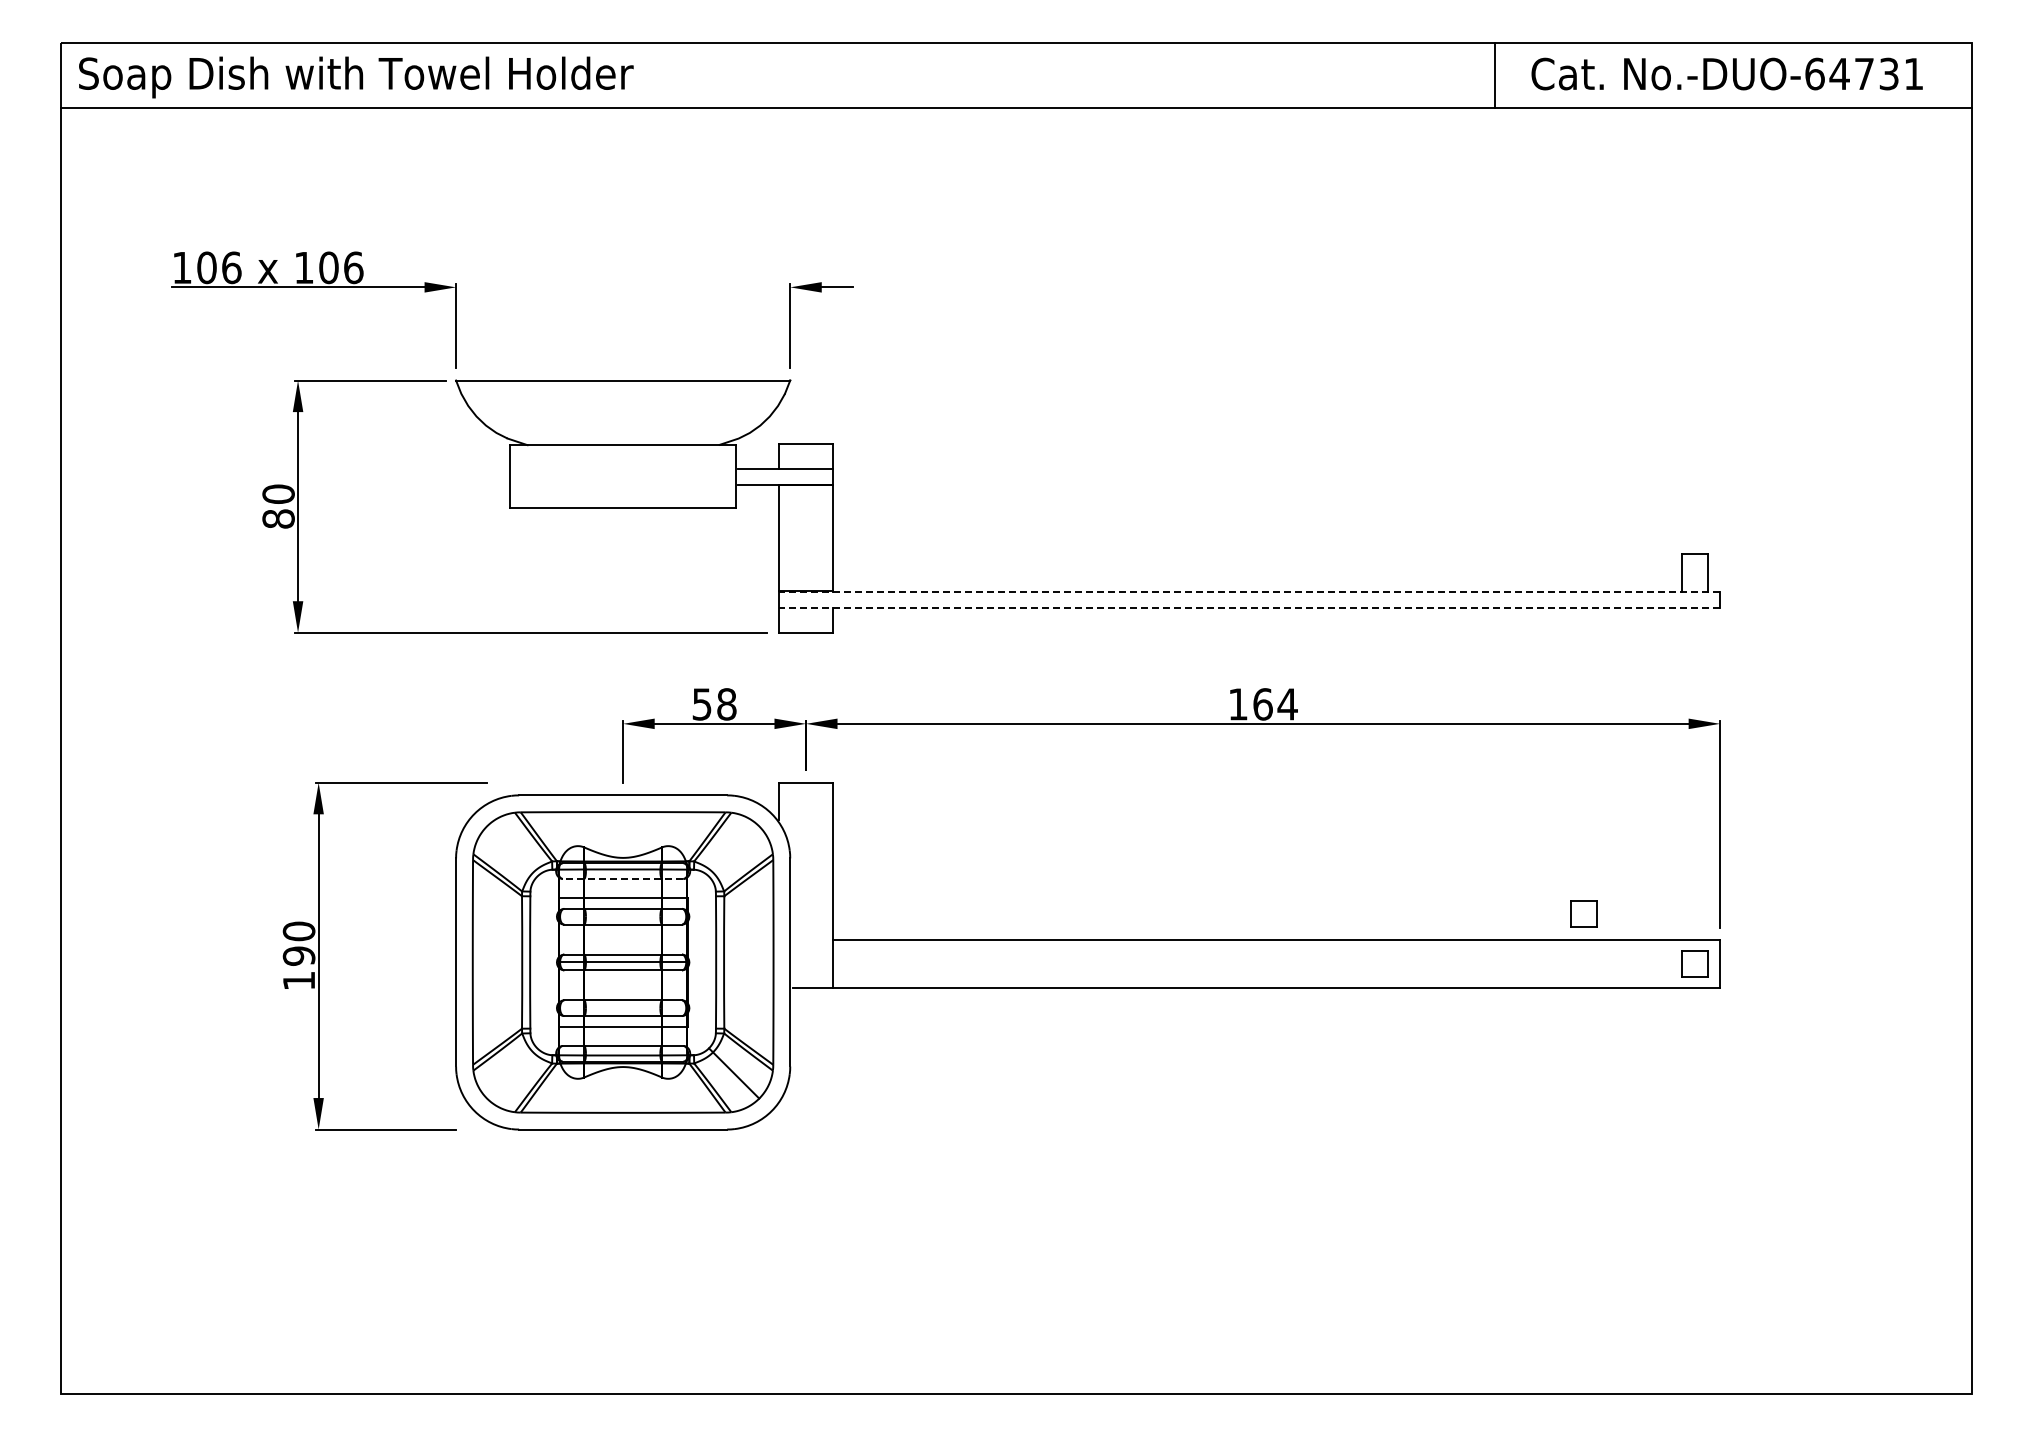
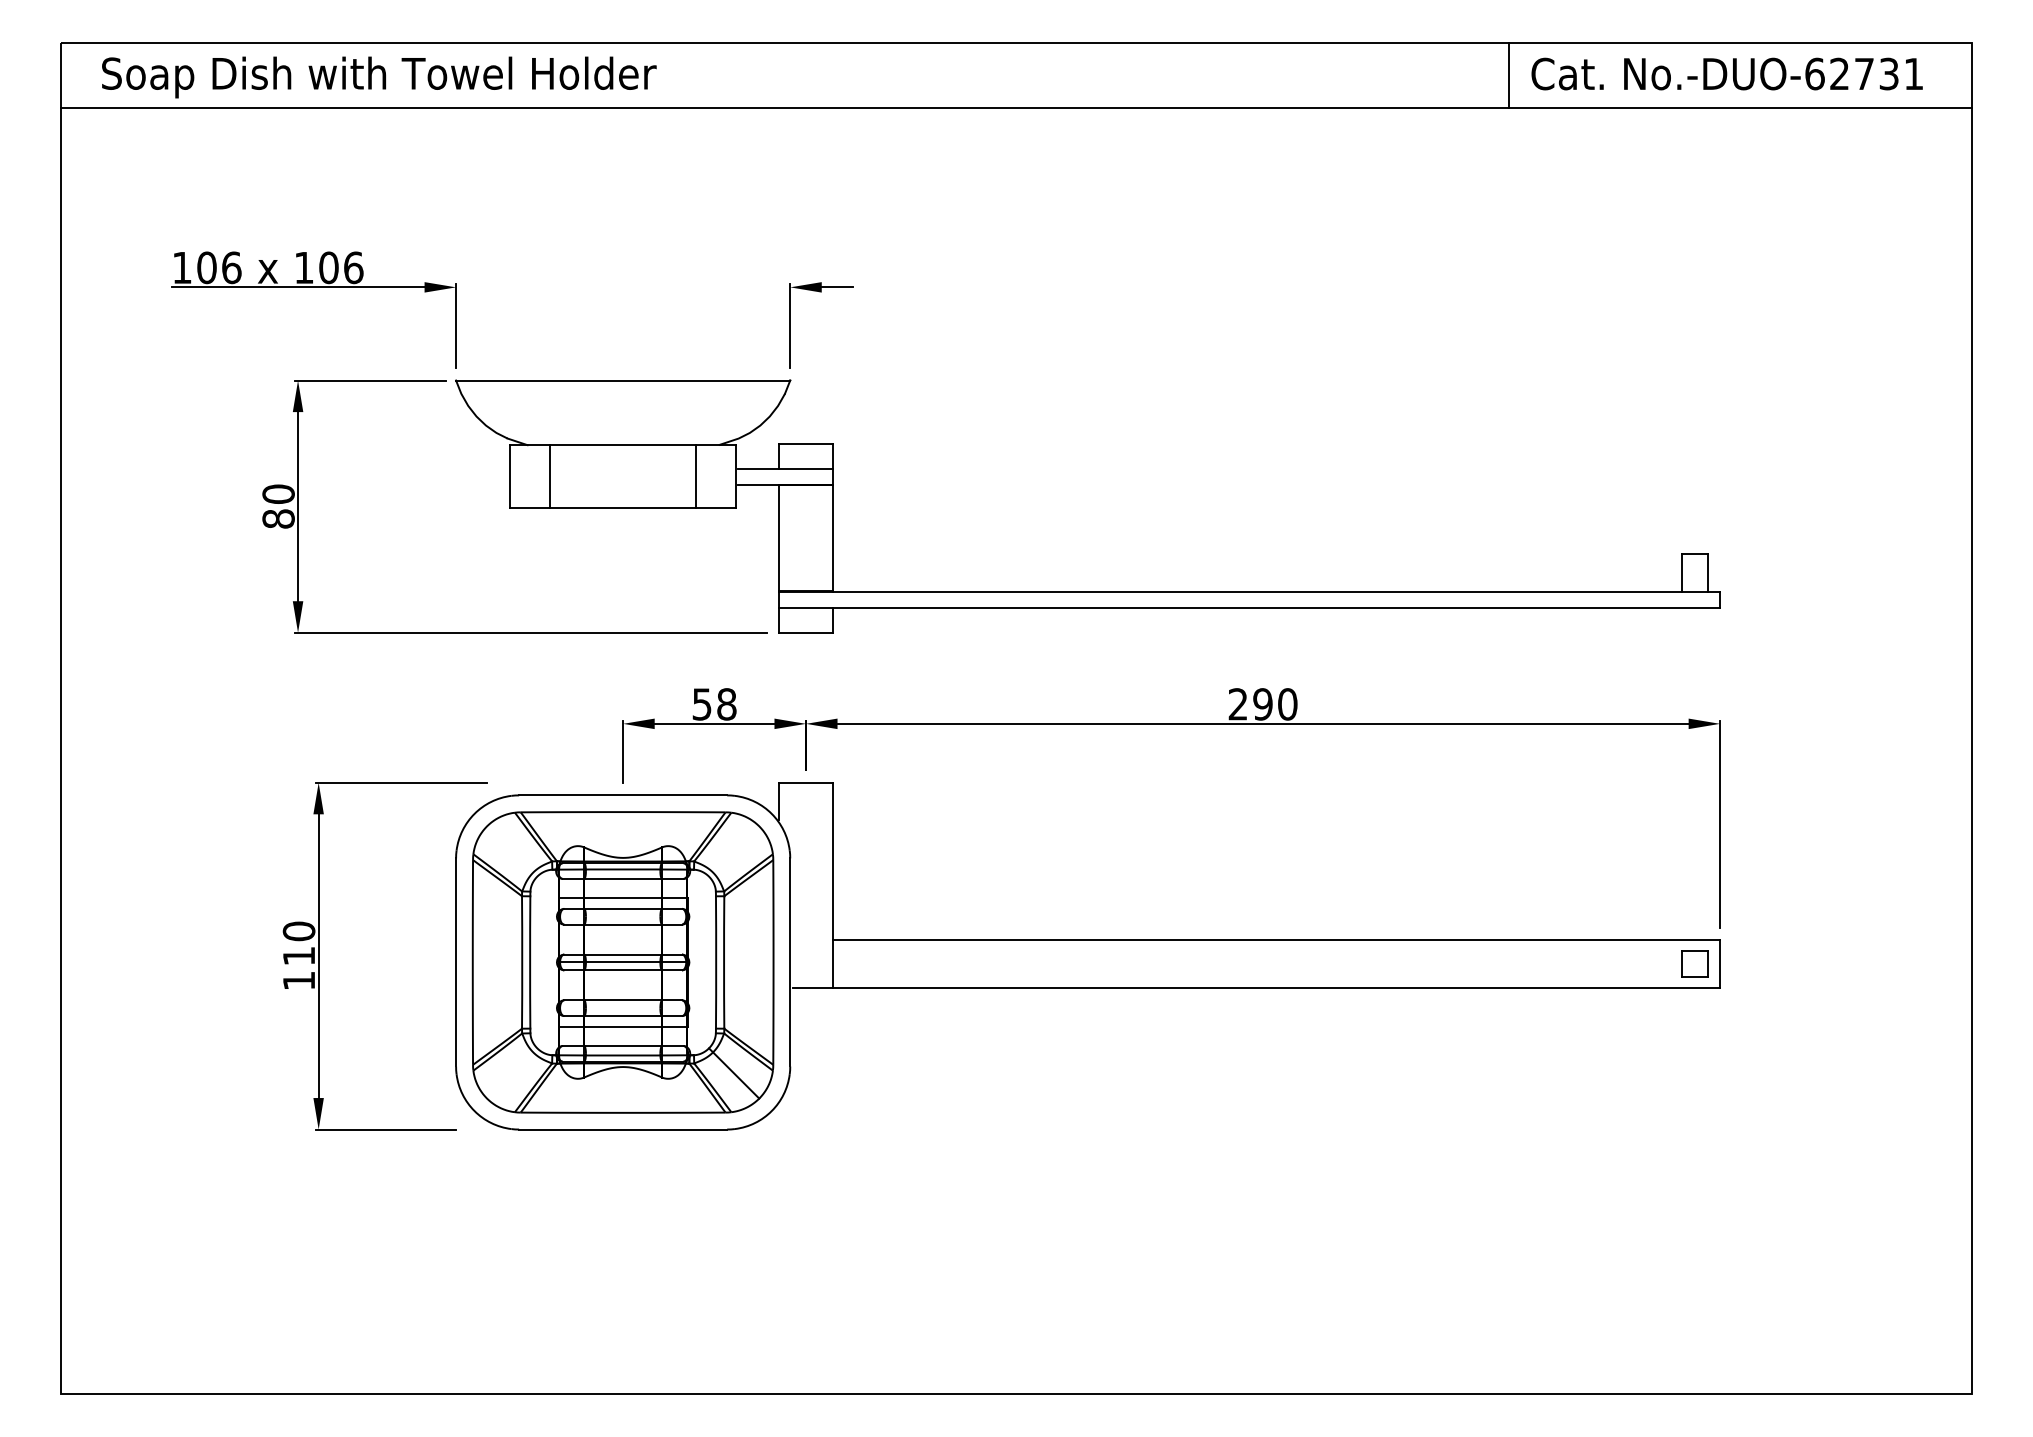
text at (1839, 73): No.-DUO-64731 -> No.-DUO-62731
line at (1494, 75) position: (1494, 75) -> (1508, 75)
text at (356, 77) position: (356, 77) -> (379, 77)
line at (549, 476): none -> present
line at (696, 476): none -> present
line at (1249, 591): dashed -> solid
line at (1249, 607): dashed -> solid
text at (1262, 704): 164 -> 290
line at (622, 878): dashed -> solid
part at (1583, 913): present -> none
text at (298, 955): 190 -> 110
